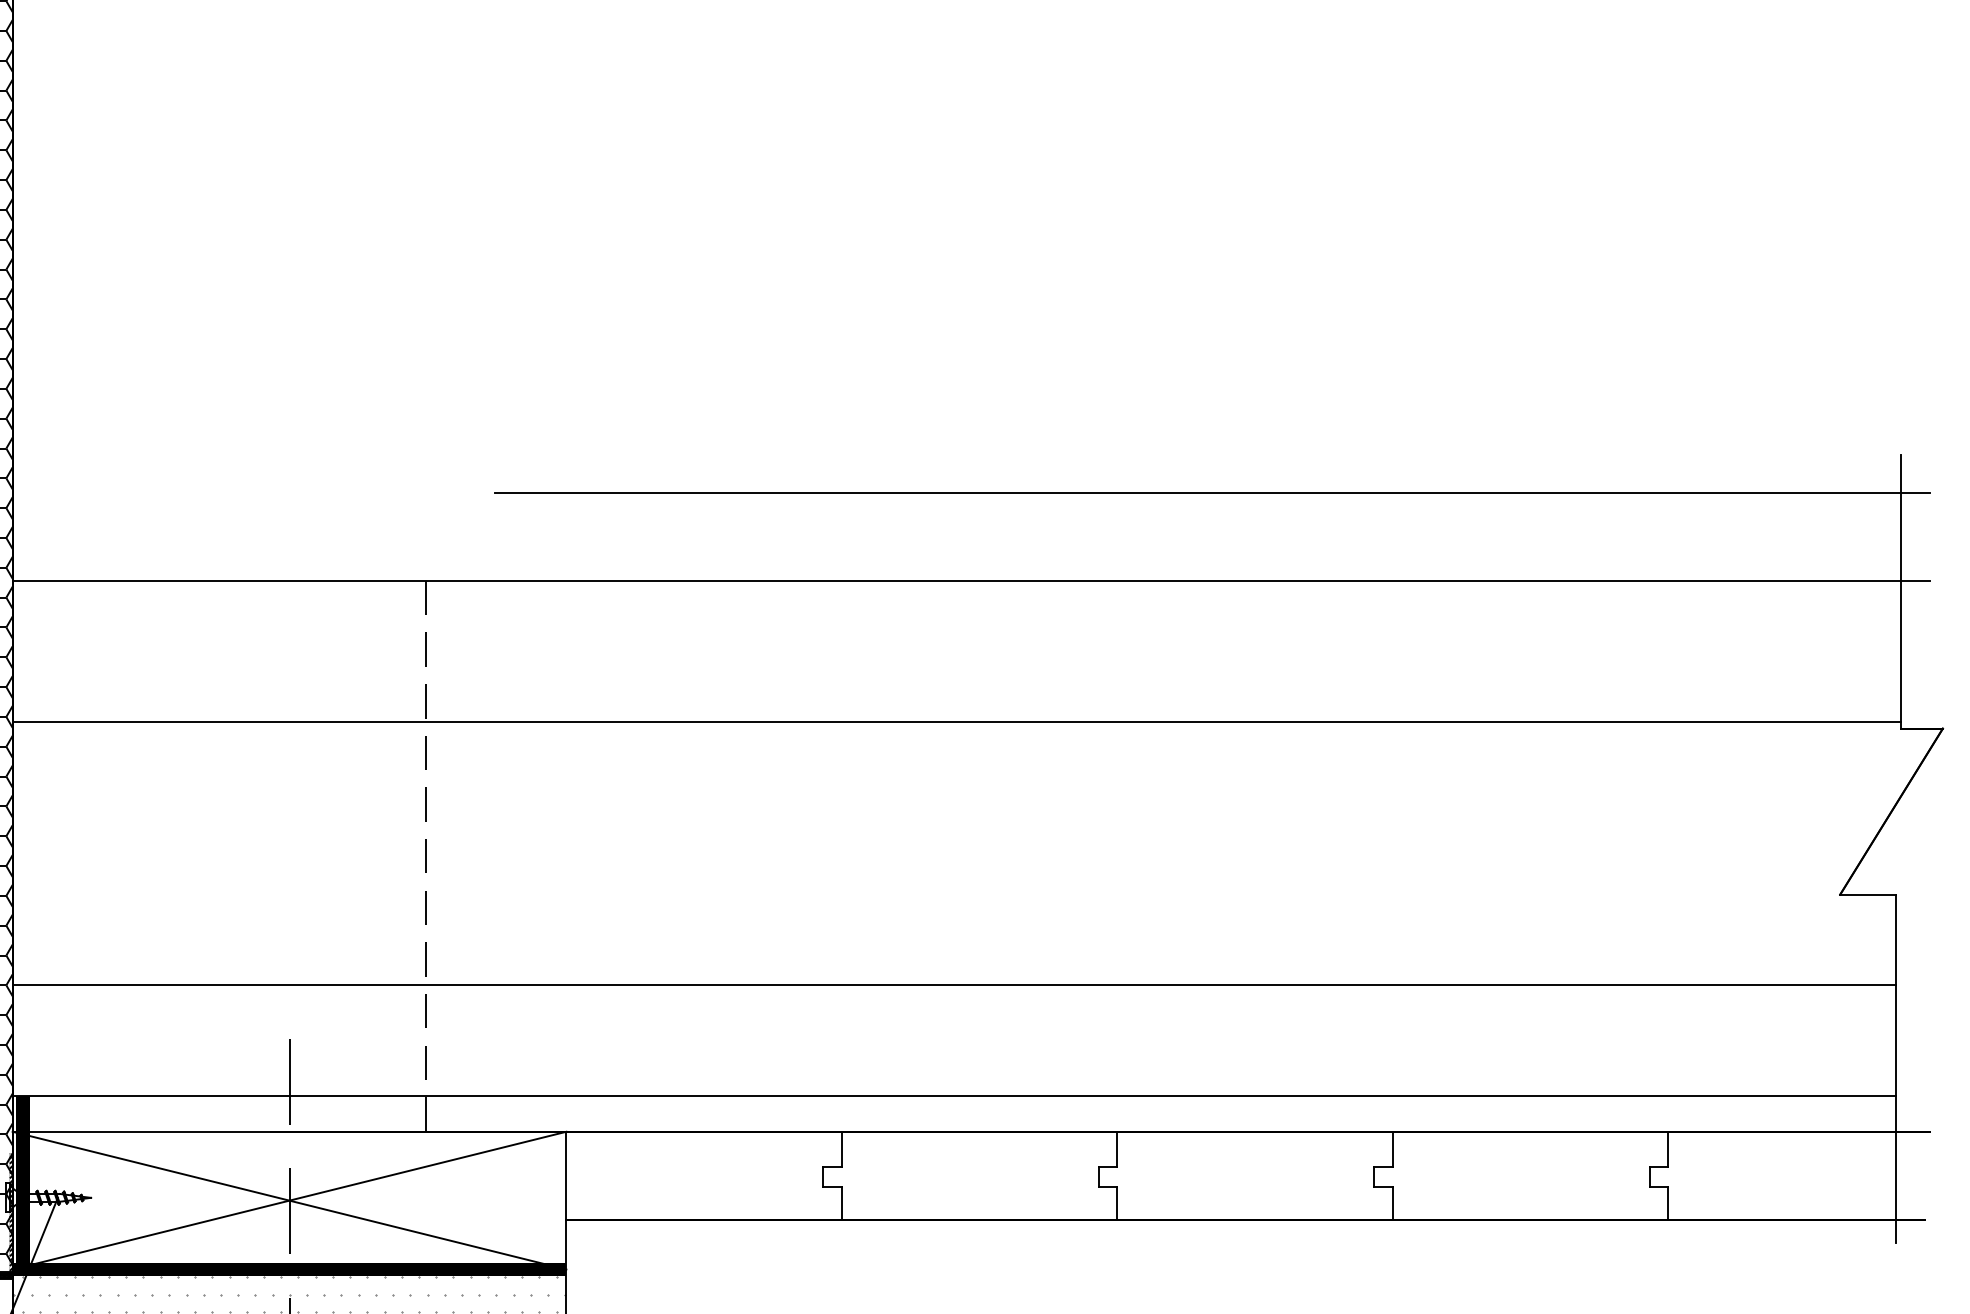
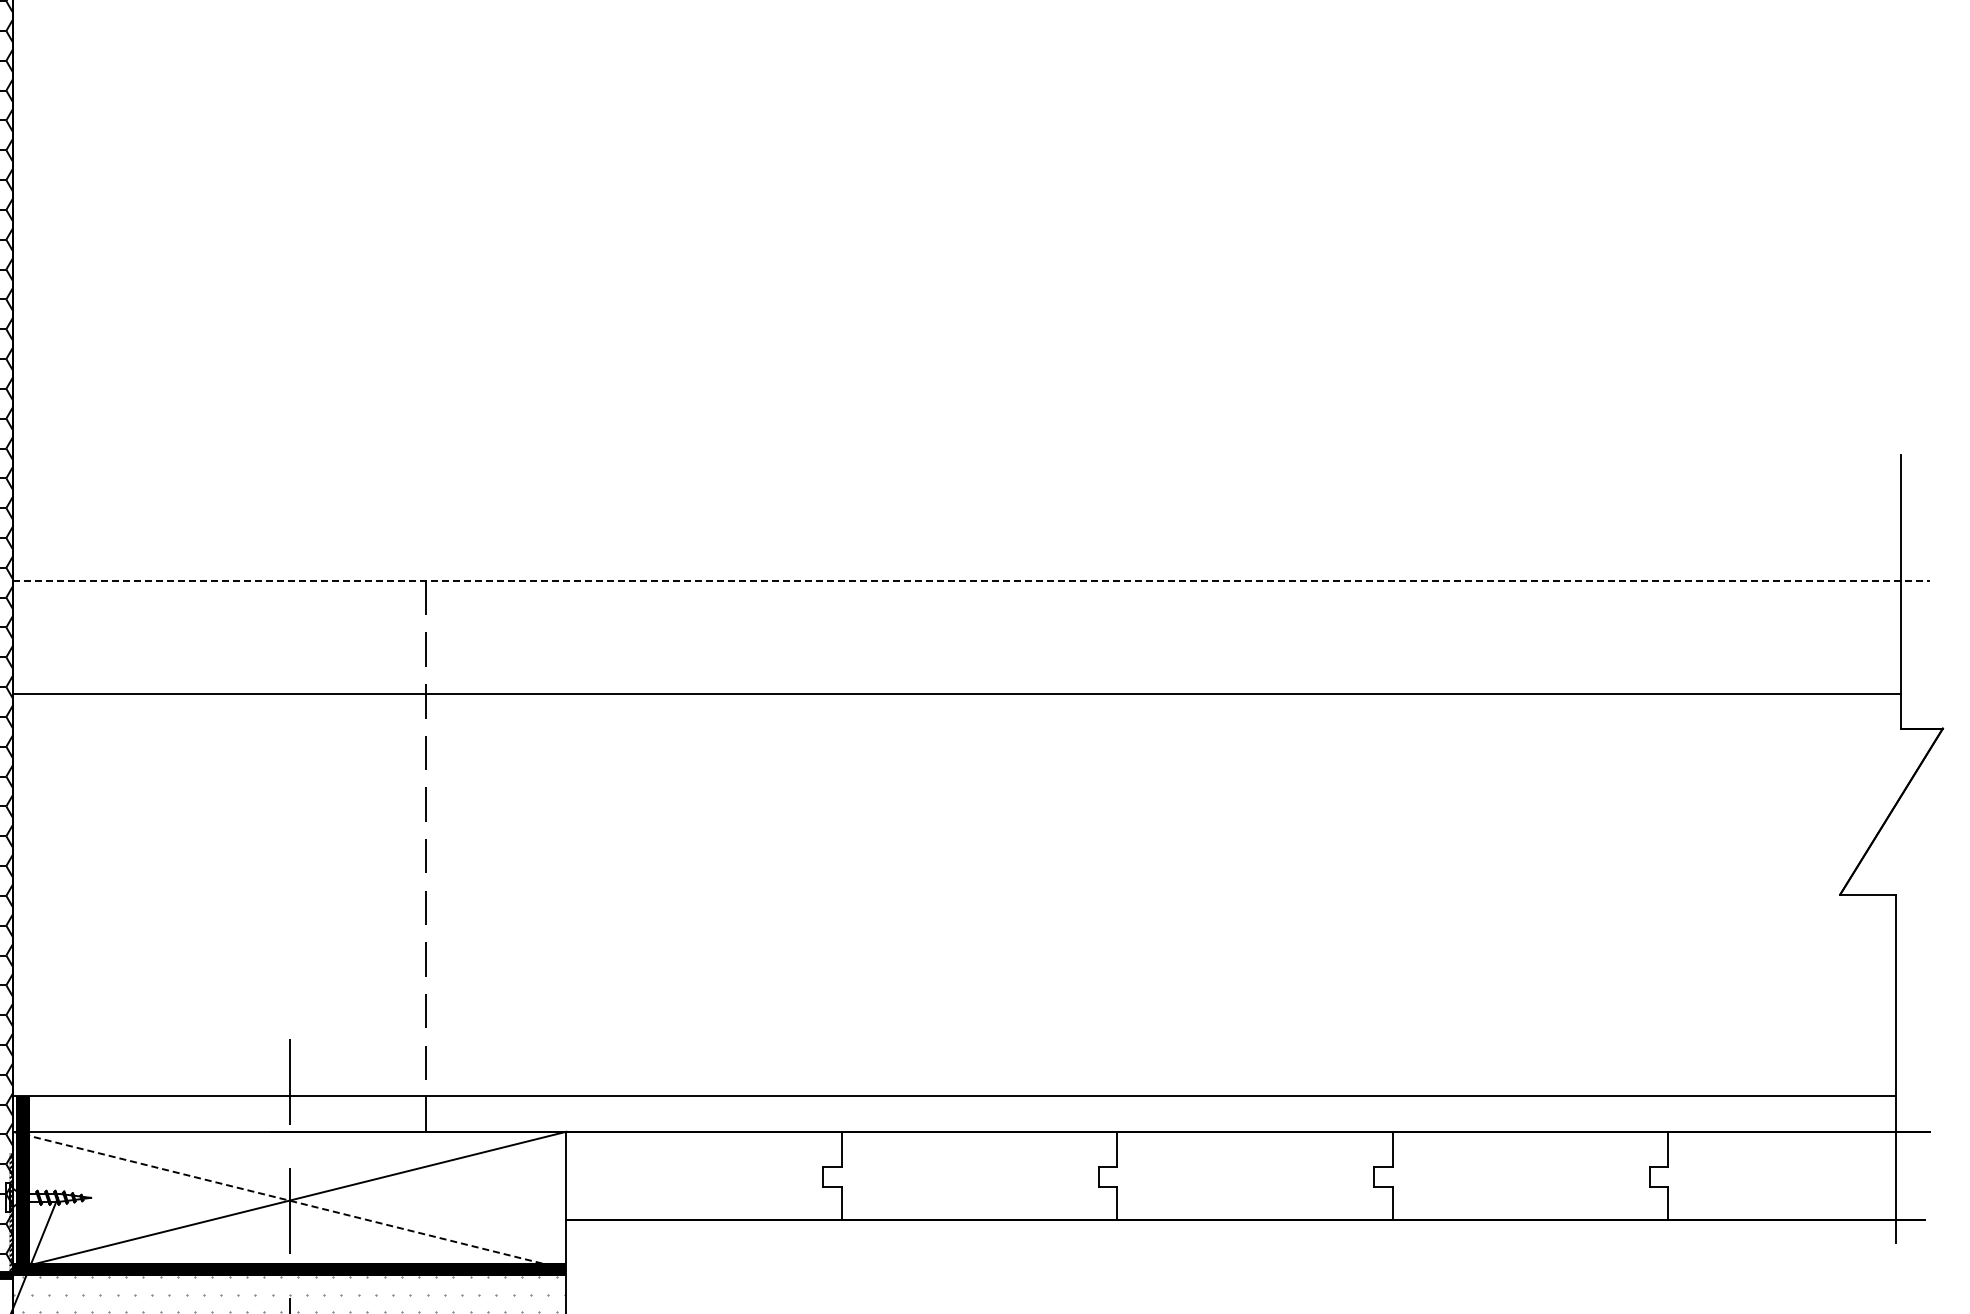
line at (1211, 492): present -> none
line at (971, 580): solid -> dashed
line at (956, 722) position: (956, 722) -> (956, 694)
line at (954, 985): present -> none
line at (290, 1200): solid -> dashed
